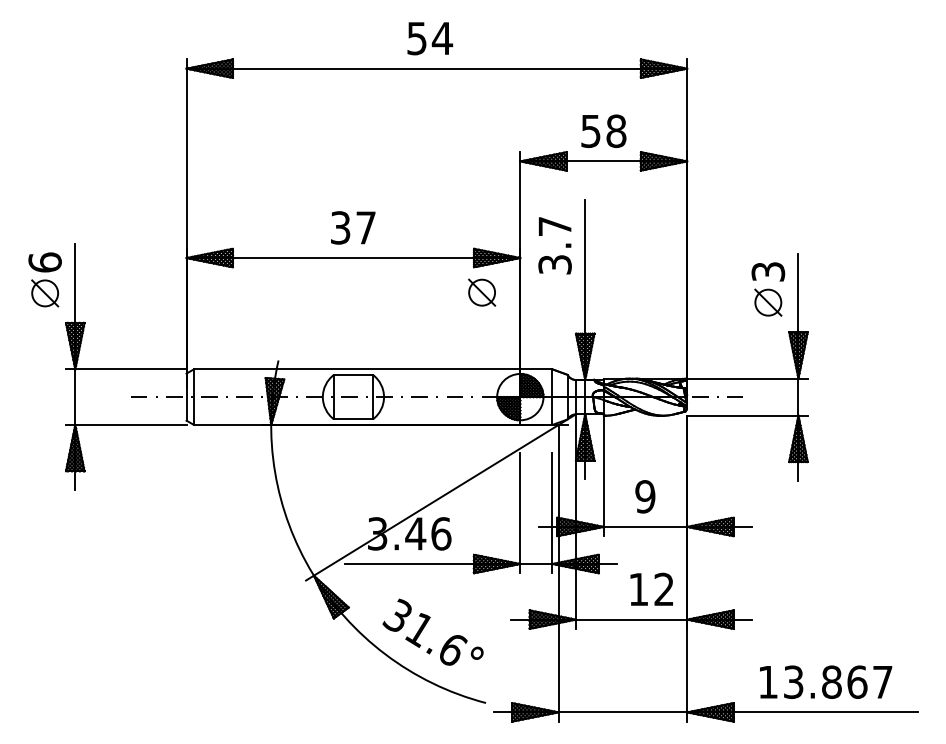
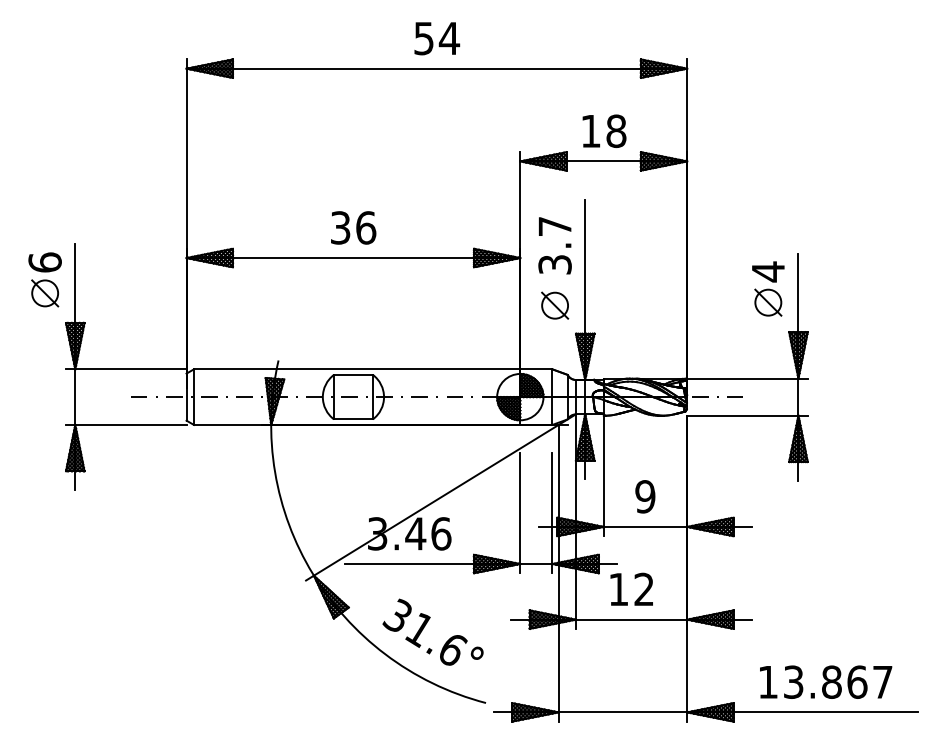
text at (430, 38) position: (430, 38) -> (437, 38)
text at (590, 131): 58 -> 18
text at (366, 227): 37 -> 36
text at (768, 271): 3 -> 4
part at (482, 292) position: (482, 292) -> (555, 305)
text at (651, 588) position: (651, 588) -> (631, 588)
